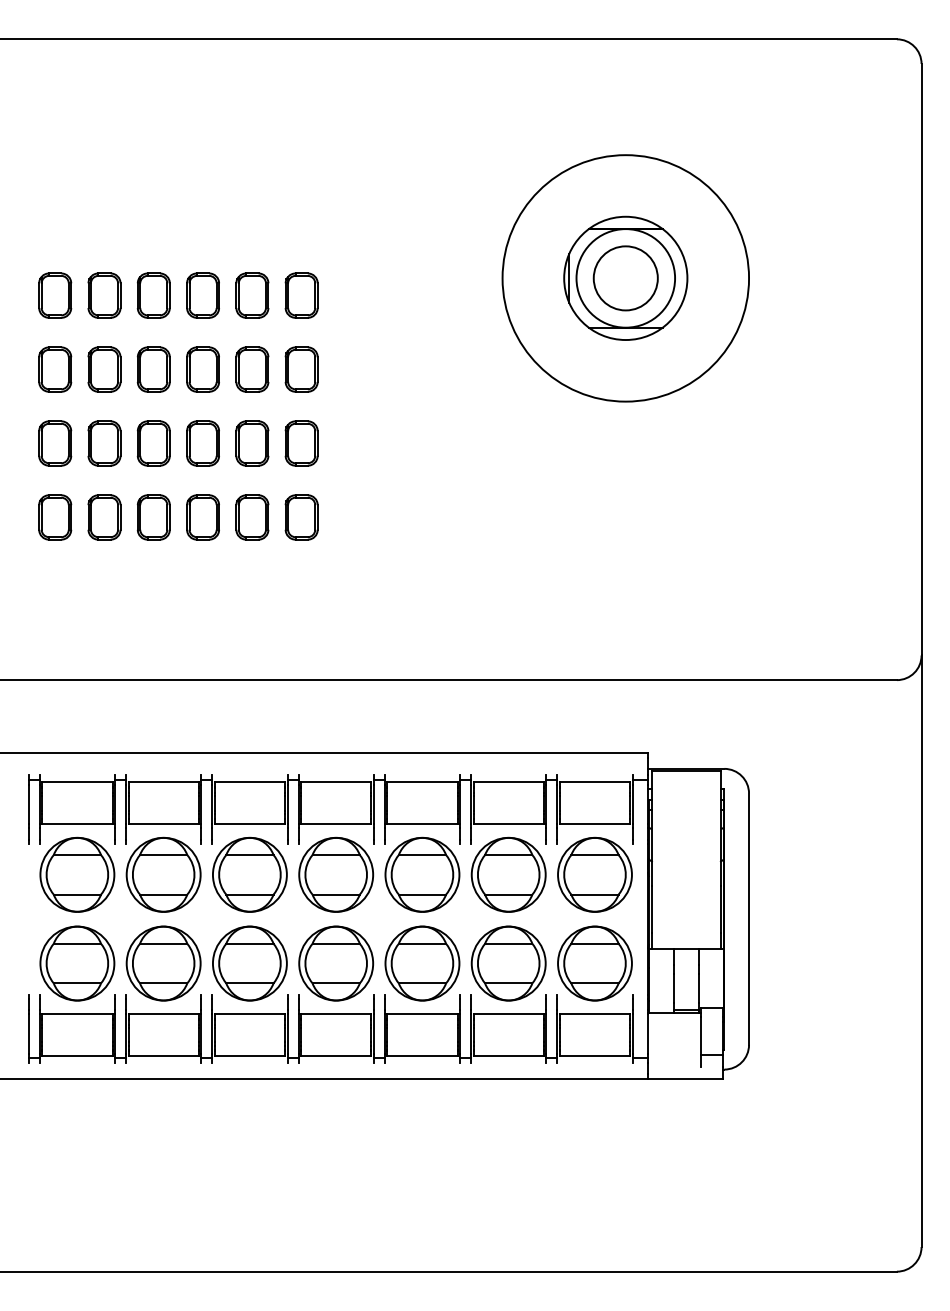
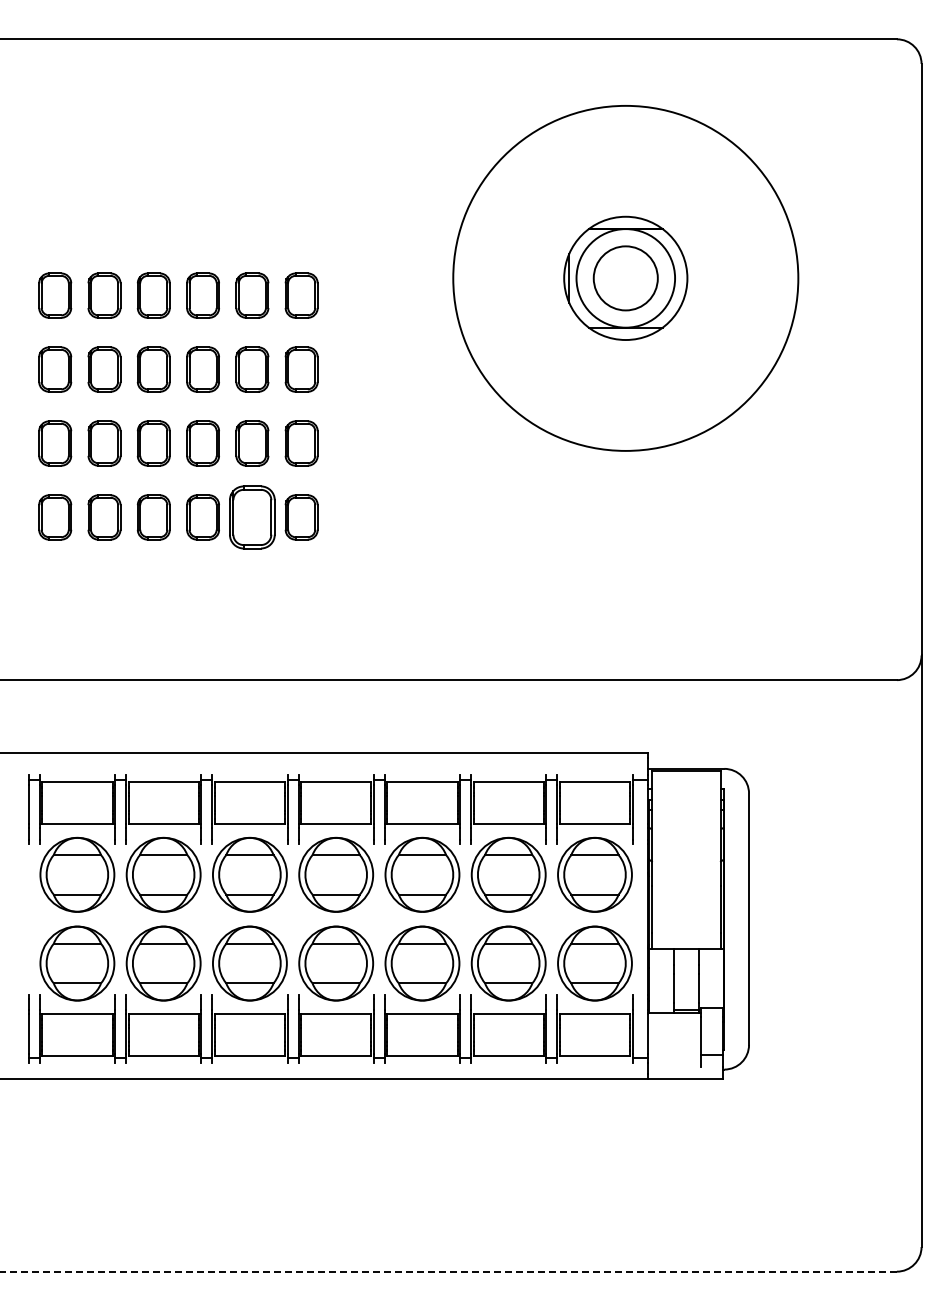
circle at (625, 278) diameter: 246 px -> 345 px
part at (252, 517) size: 35x47 px -> 47x65 px
line at (447, 1271): solid -> dashed
